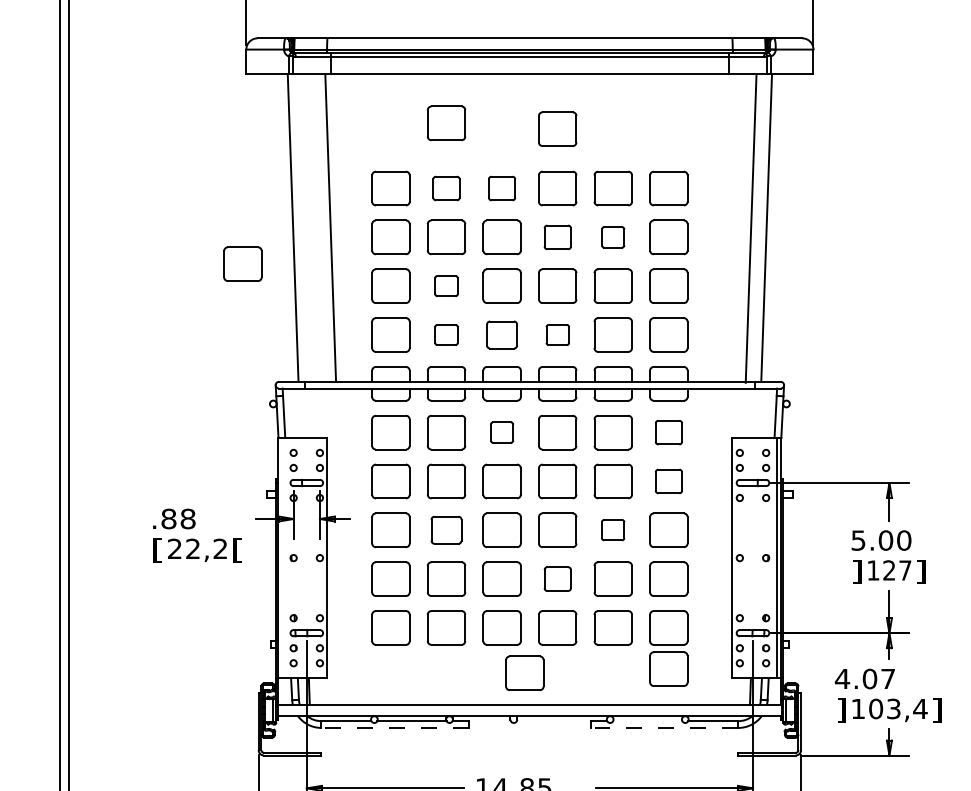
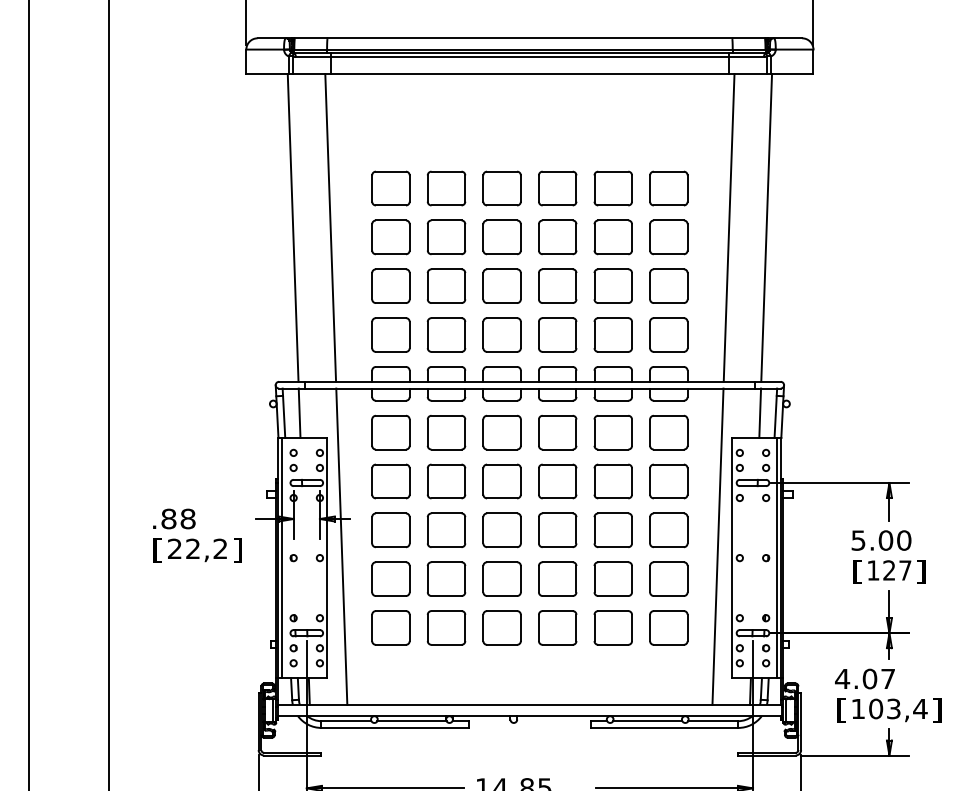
part at (446, 123): present -> none
part at (557, 128): present -> none
part at (446, 188) size: 29x27 px -> 41x37 px
part at (501, 188) size: 28x27 px -> 40x37 px
line at (750, 228) position: (750, 228) -> (728, 227)
part at (557, 236) size: 29x26 px -> 40x37 px
part at (613, 237) size: 25x23 px -> 40x37 px
part at (242, 263): present -> none
part at (446, 285) size: 25x22 px -> 41x36 px
part at (446, 334) size: 25x22 px -> 41x36 px
part at (501, 334) size: 32x30 px -> 40x36 px
part at (557, 334) size: 25x22 px -> 40x36 px
line at (60, 394) position: (60, 394) -> (29, 394)
line at (69, 394) position: (69, 394) -> (109, 394)
line at (299, 412): none -> present
line at (760, 412): none -> present
part at (502, 432) size: 25x23 px -> 40x37 px
part at (668, 432) size: 29x26 px -> 40x37 px
part at (668, 481) size: 28x27 px -> 40x37 px
part at (446, 530) size: 33x29 px -> 41x36 px
part at (613, 530) size: 25x23 px -> 40x36 px
line at (341, 546): none -> present
line at (717, 546): none -> present
text at (237, 550): [ -> ]
line at (282, 557): none -> present
text at (857, 571): ] -> [
part at (557, 578) size: 29x26 px -> 40x36 px
part at (668, 668): present -> none
part at (524, 673): present -> none
text at (841, 710): ] -> [
line at (647, 721): none -> present
line at (395, 727): dashed -> solid
line at (664, 727): dashed -> solid
